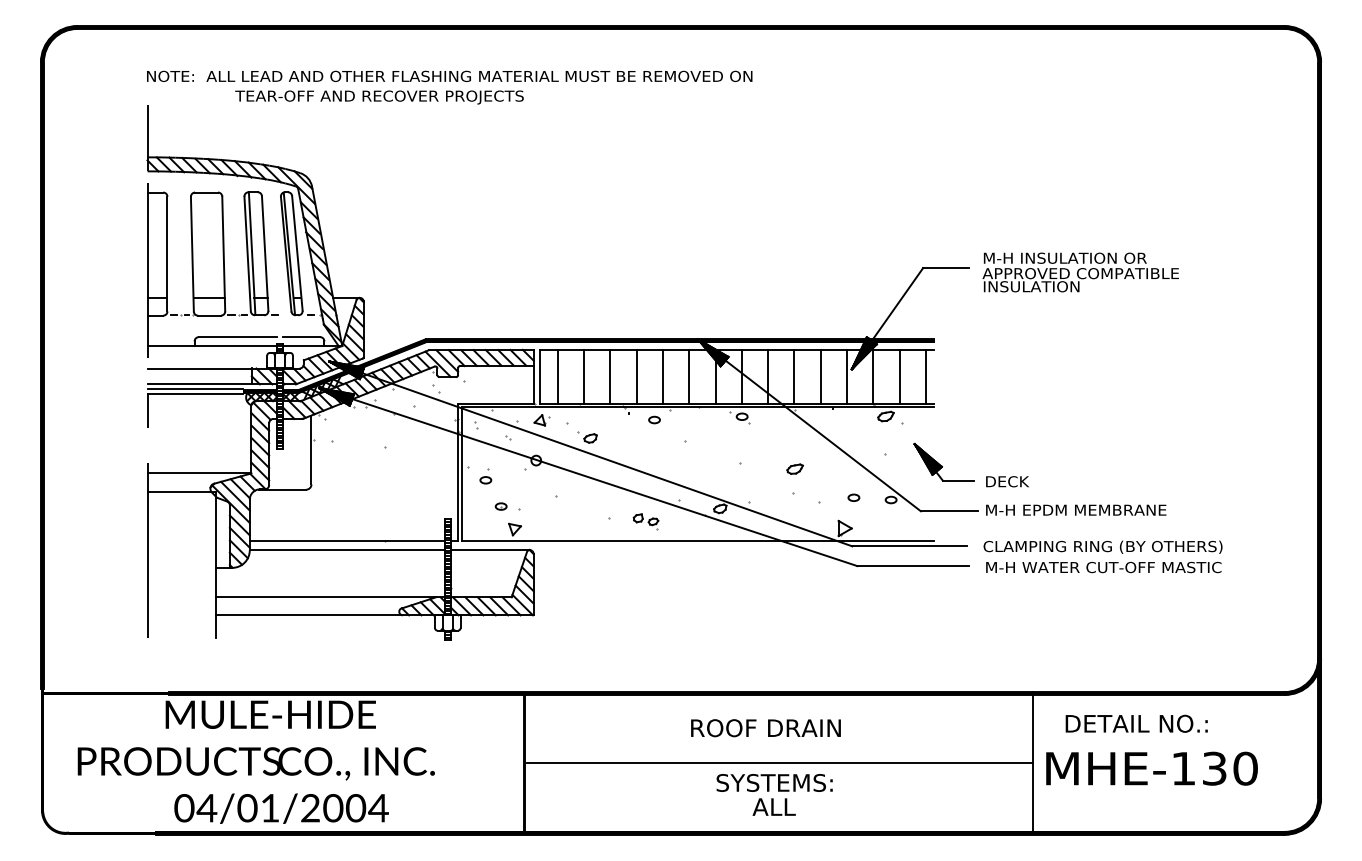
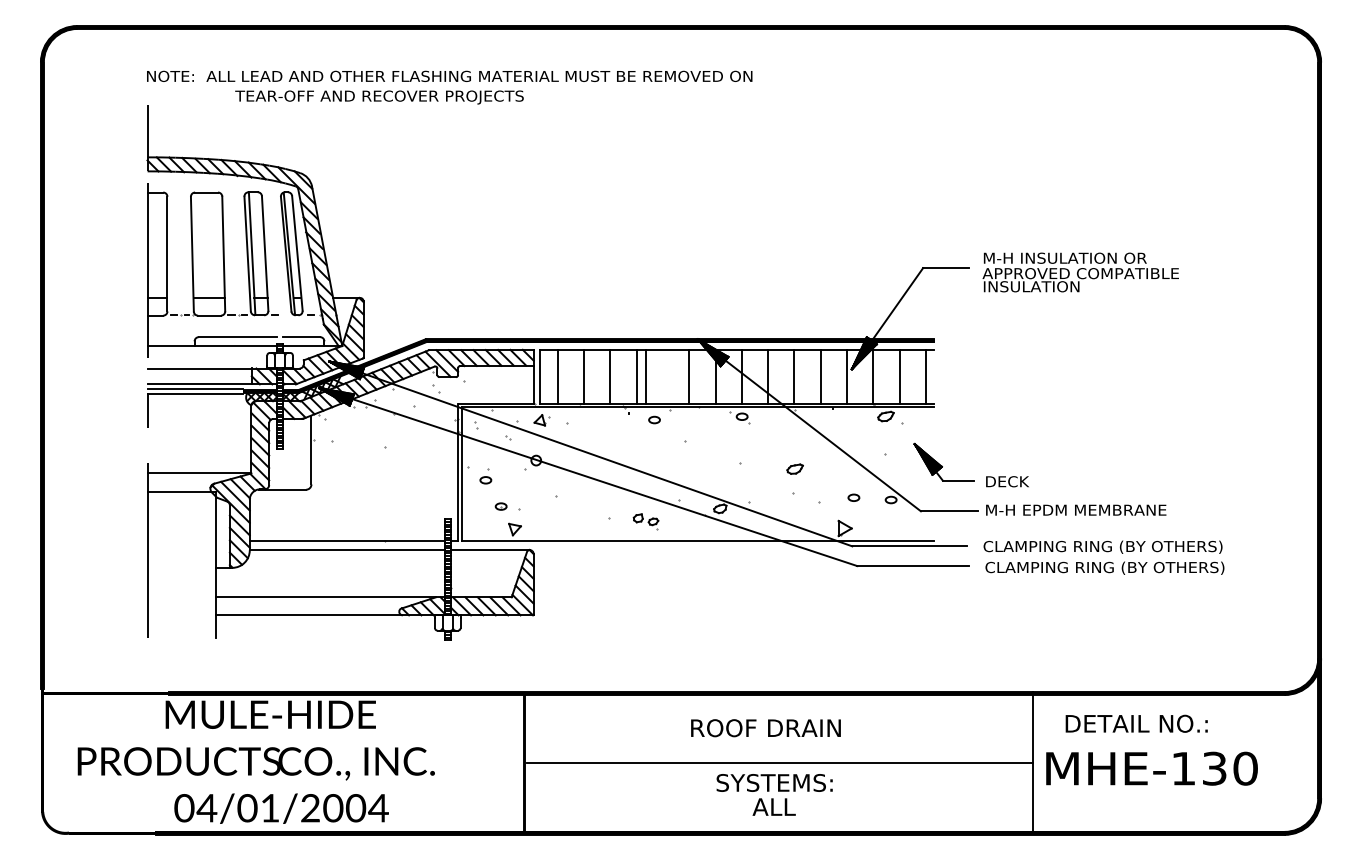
line at (662, 376) position: (662, 376) -> (645, 376)
part at (587, 437): present -> none
text at (1104, 567): M-H WATER CUT-OFF MASTIC -> CLAMPING RING (BY OTHERS)
